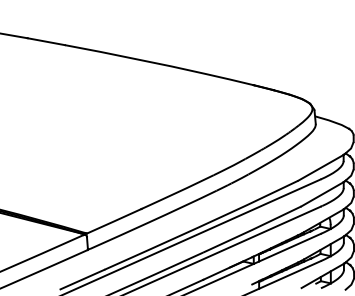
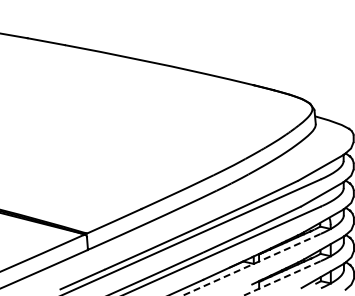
line at (251, 264): solid -> dashed
line at (282, 278): solid -> dashed
